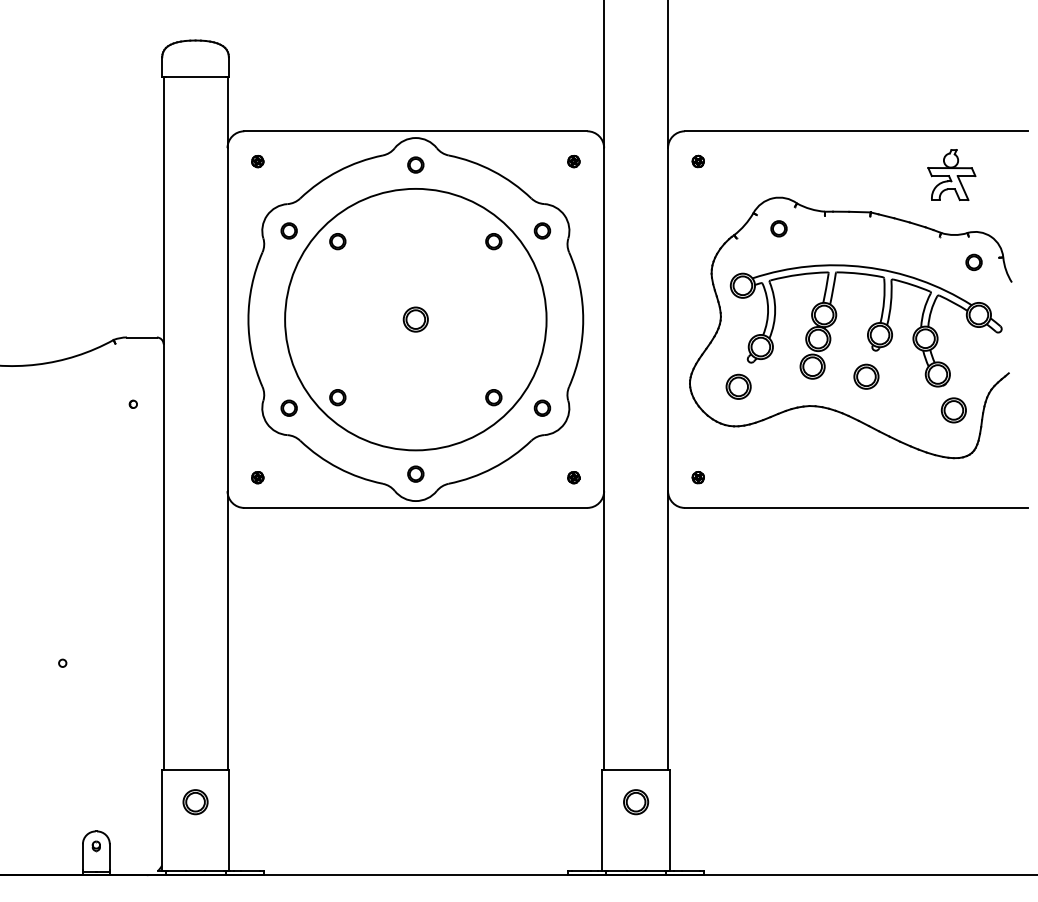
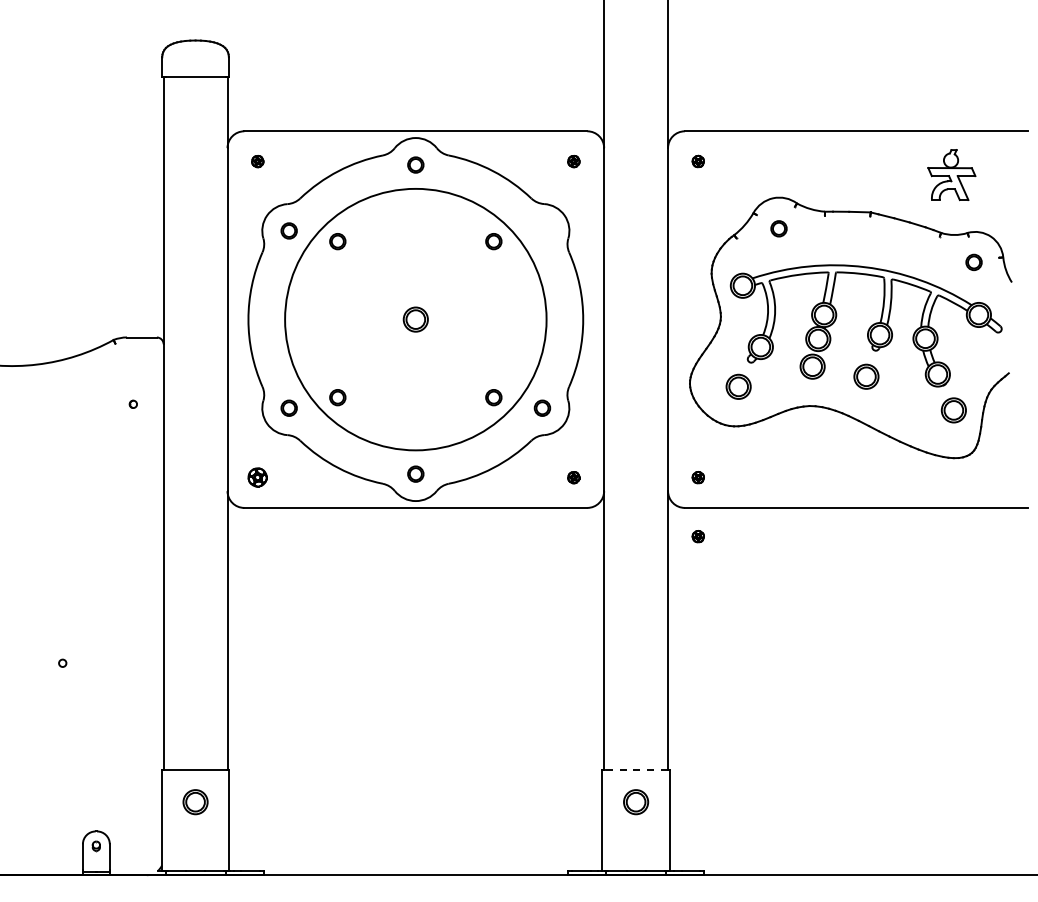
part at (542, 230): present -> none
part at (257, 477) size: 14x14 px -> 21x21 px
part at (697, 536): none -> present
line at (636, 770): solid -> dashed
